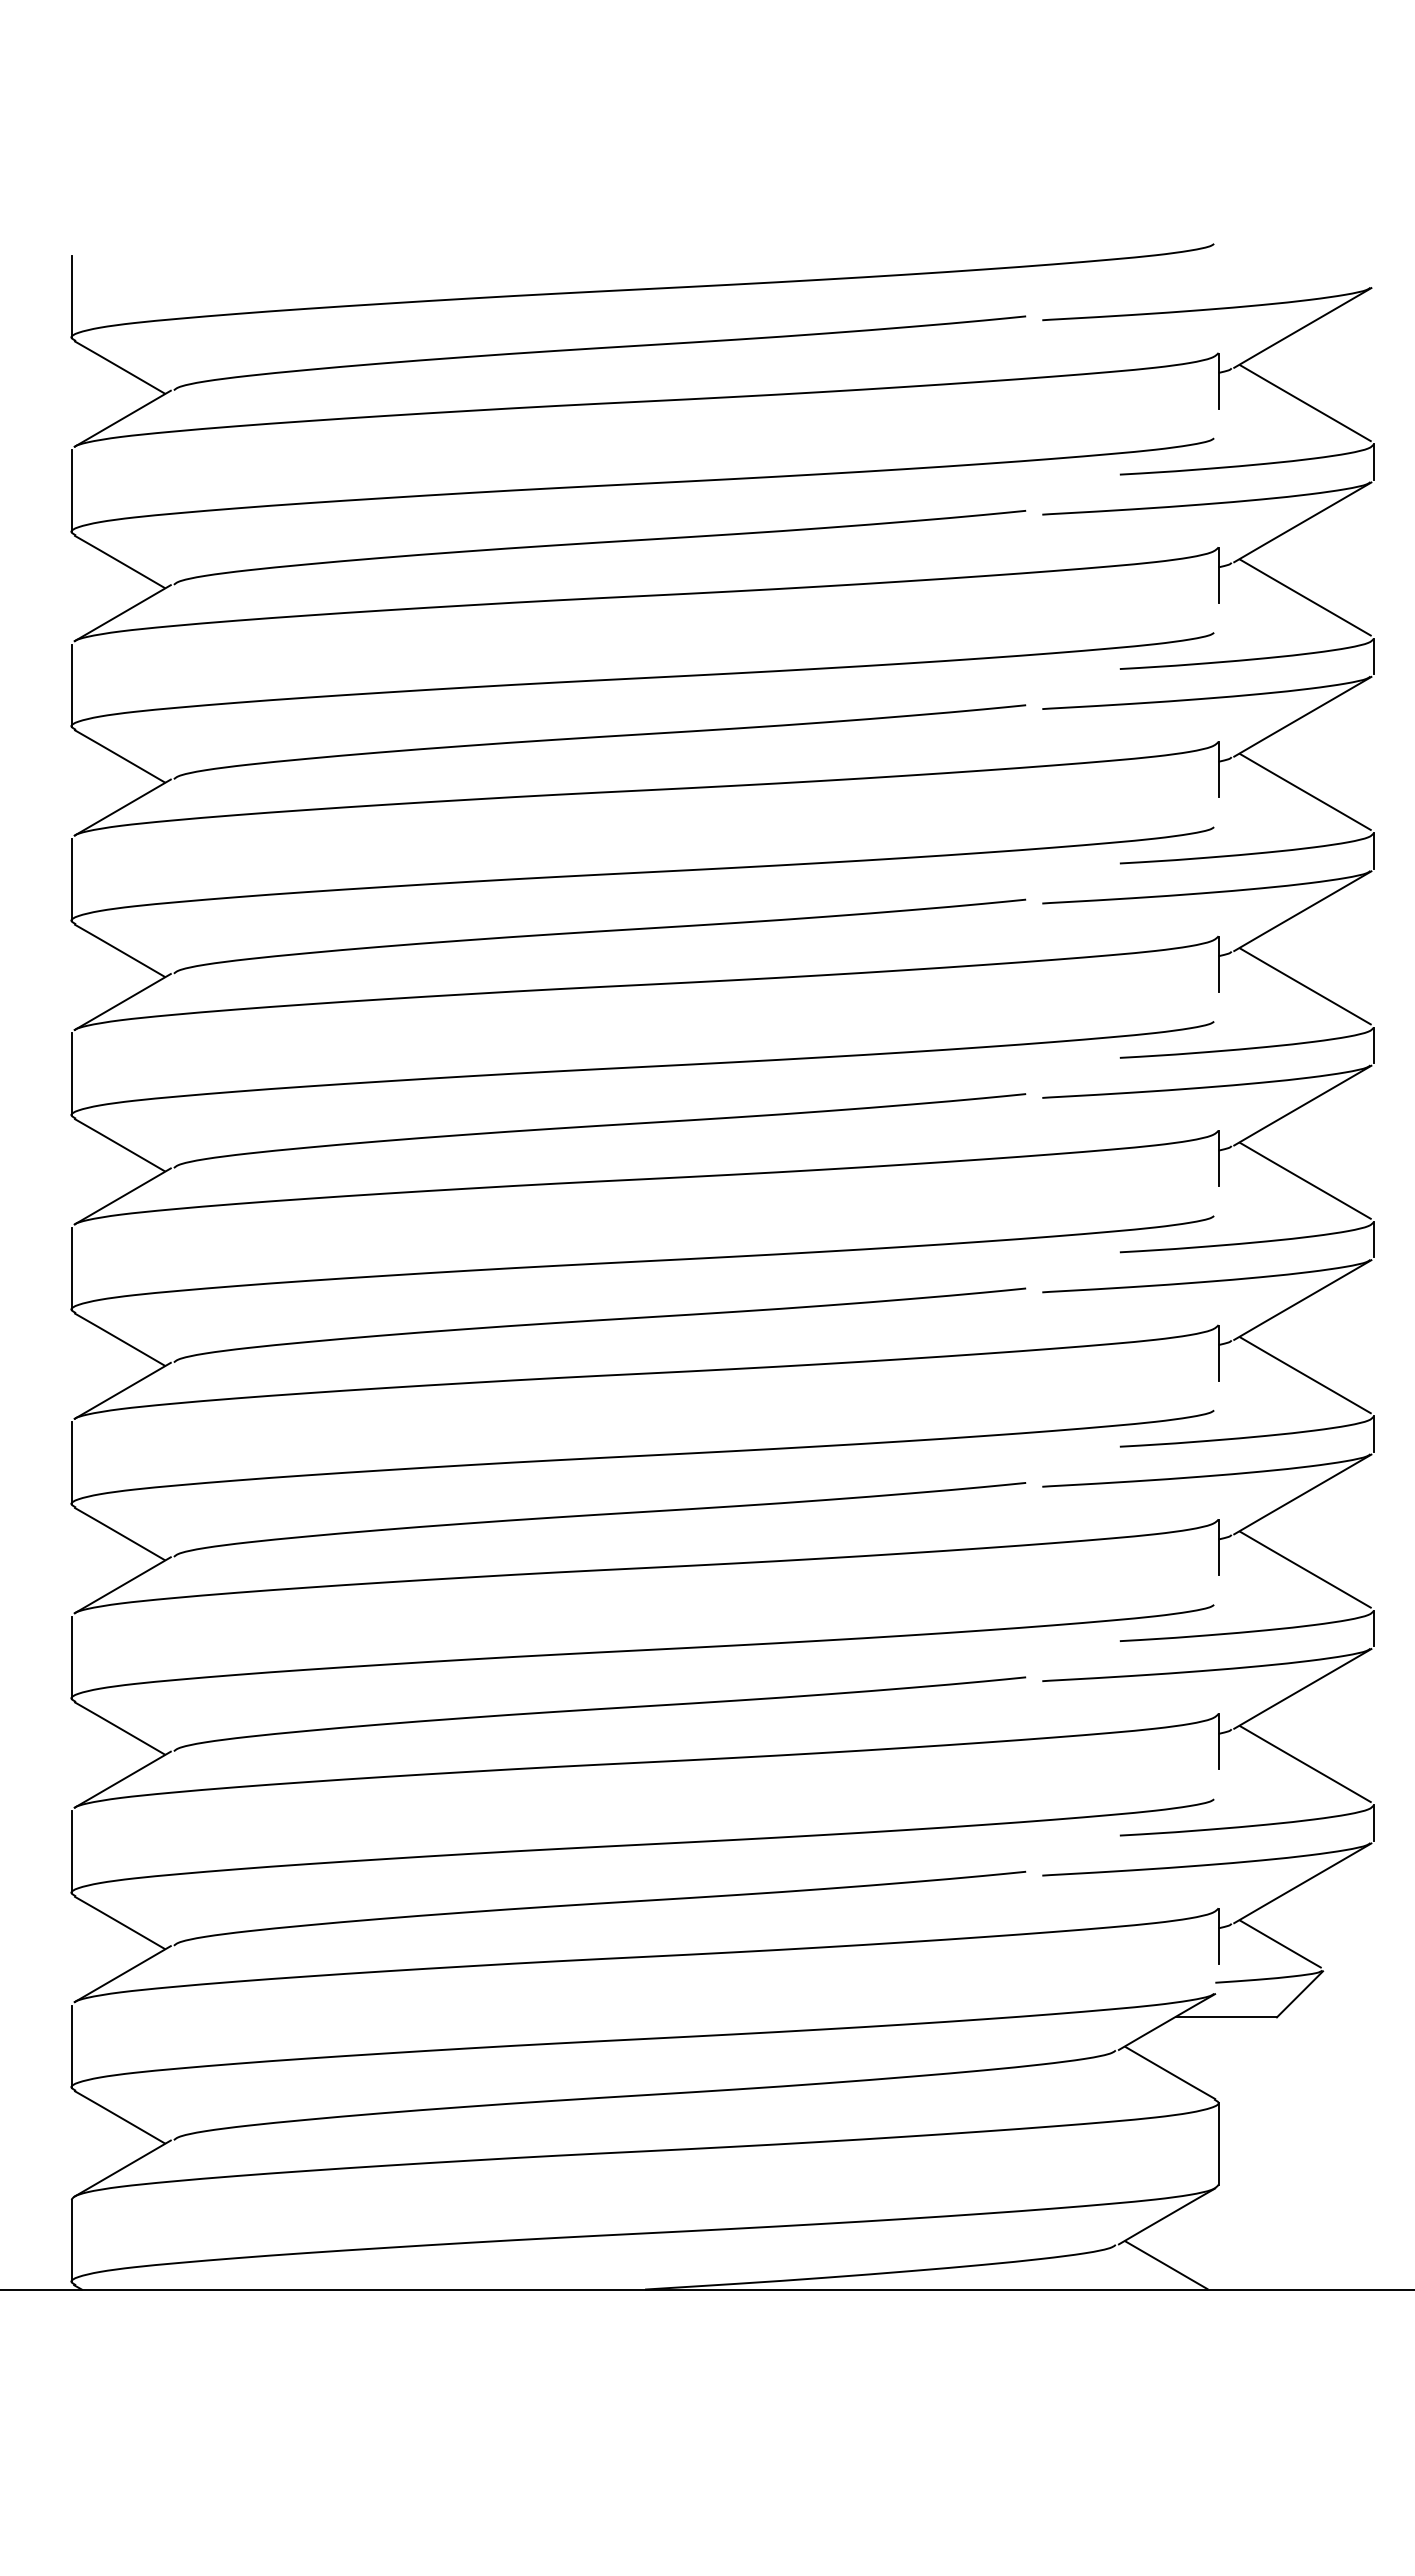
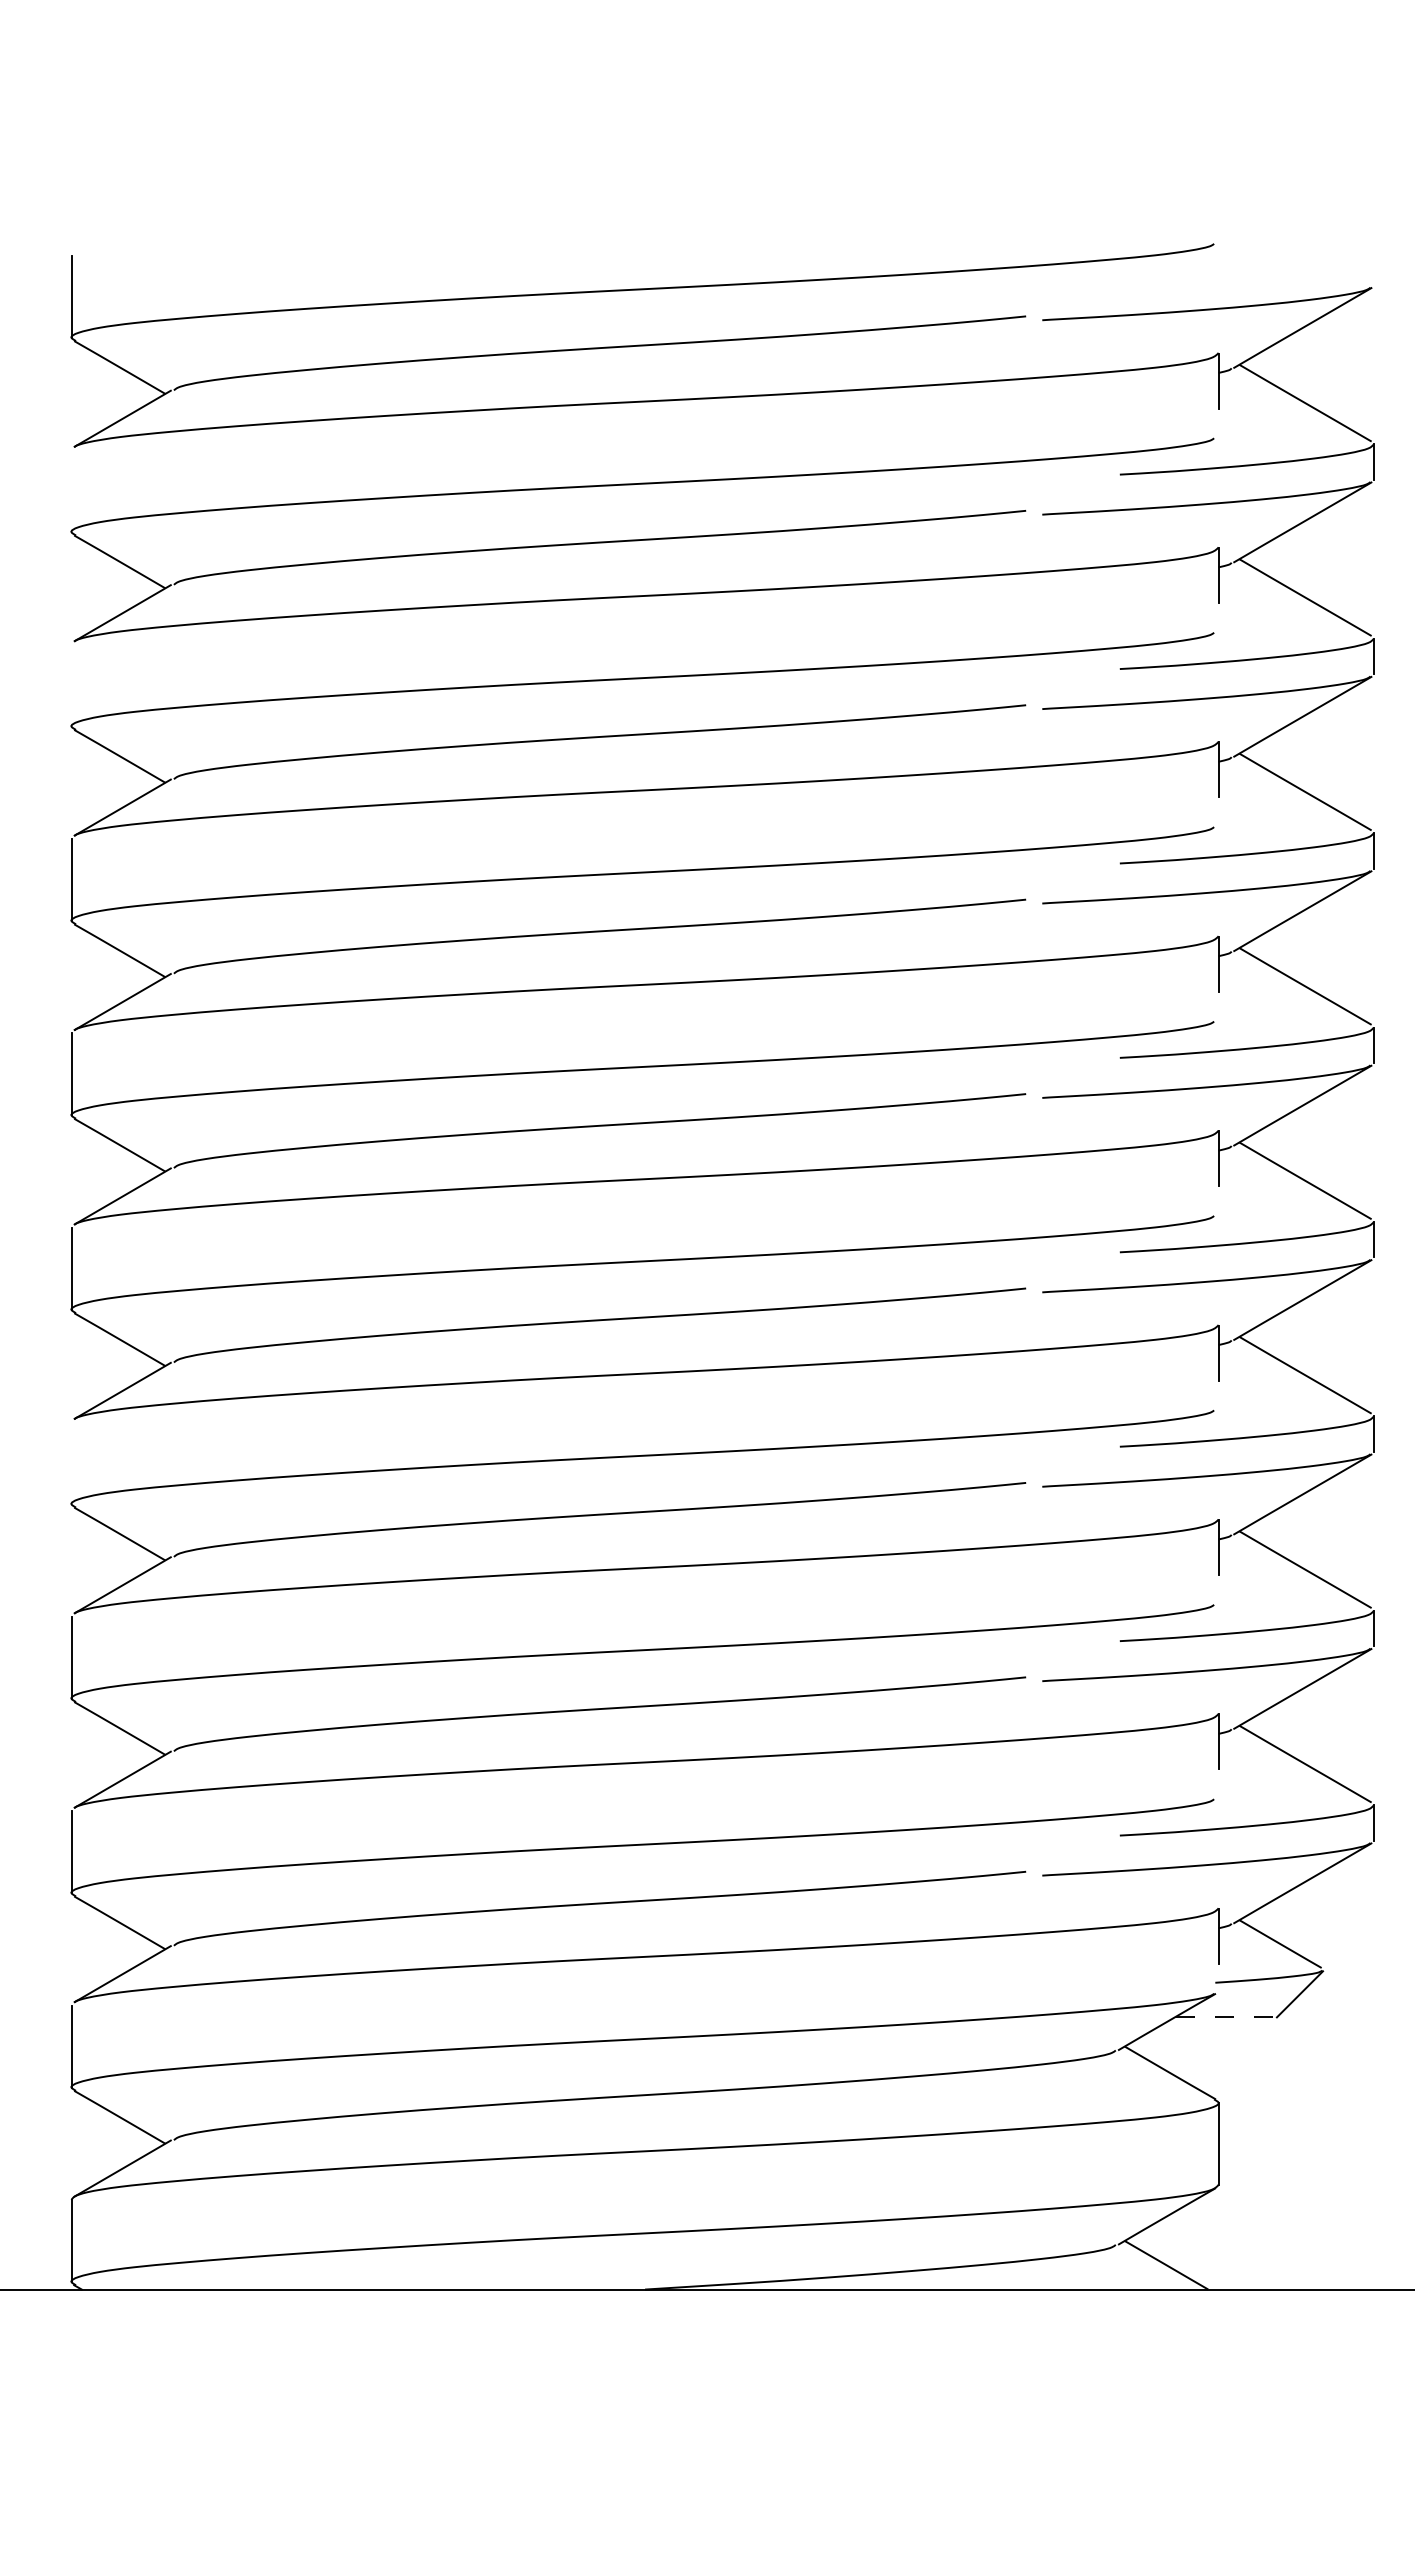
line at (71, 491): present -> none
line at (71, 685): present -> none
line at (71, 1463): present -> none
line at (1226, 2017): solid -> dashed
